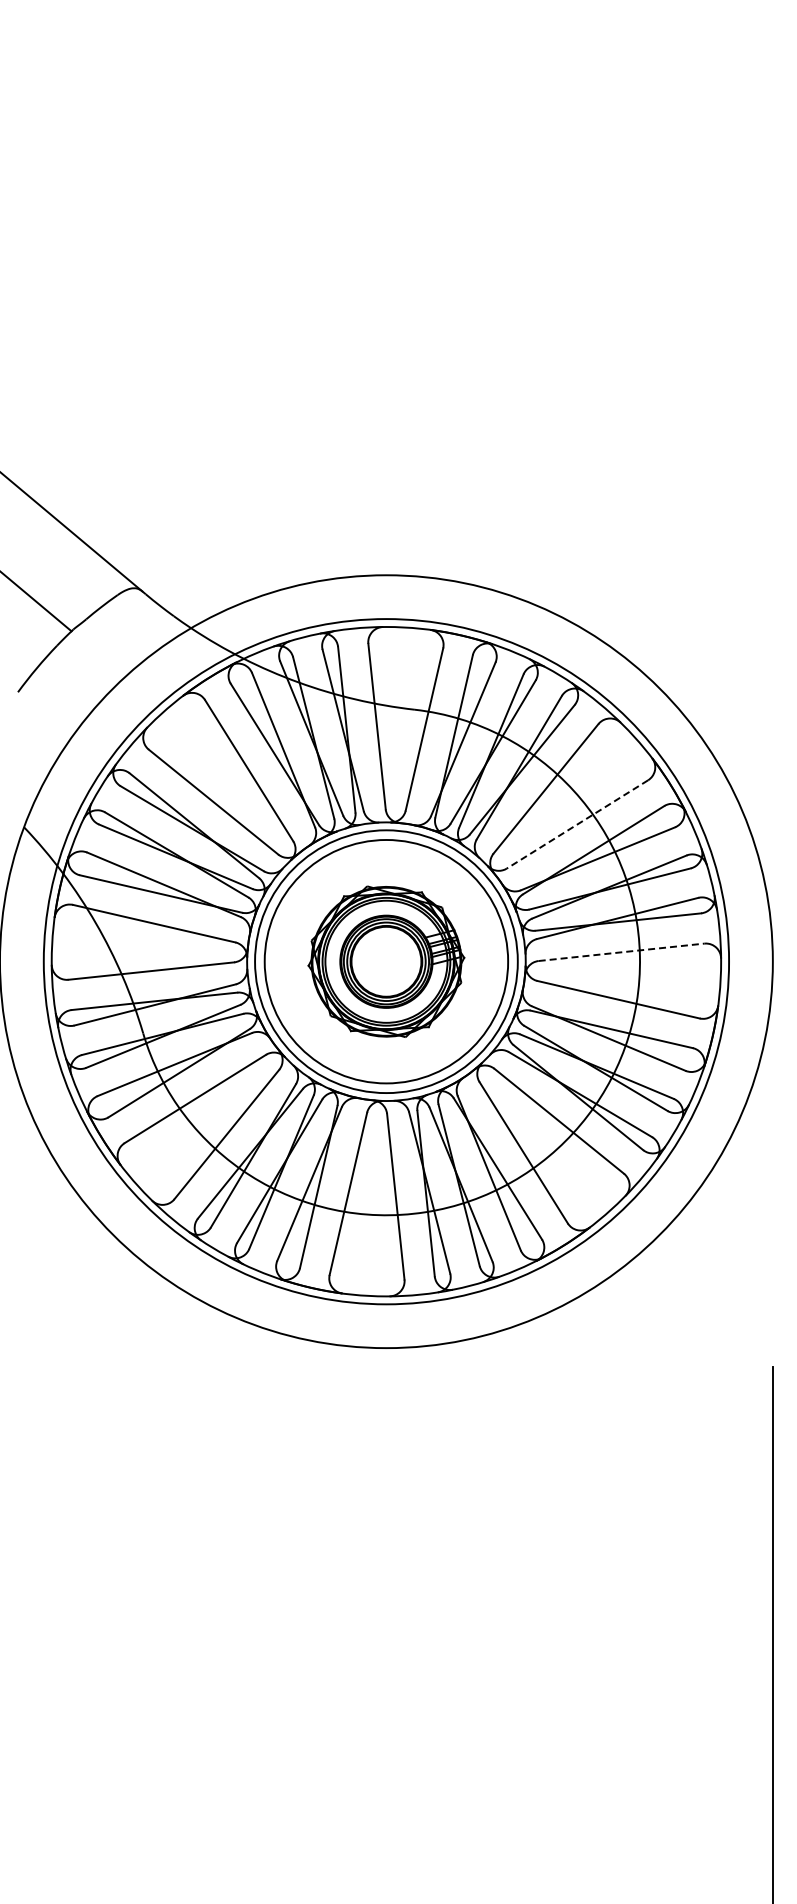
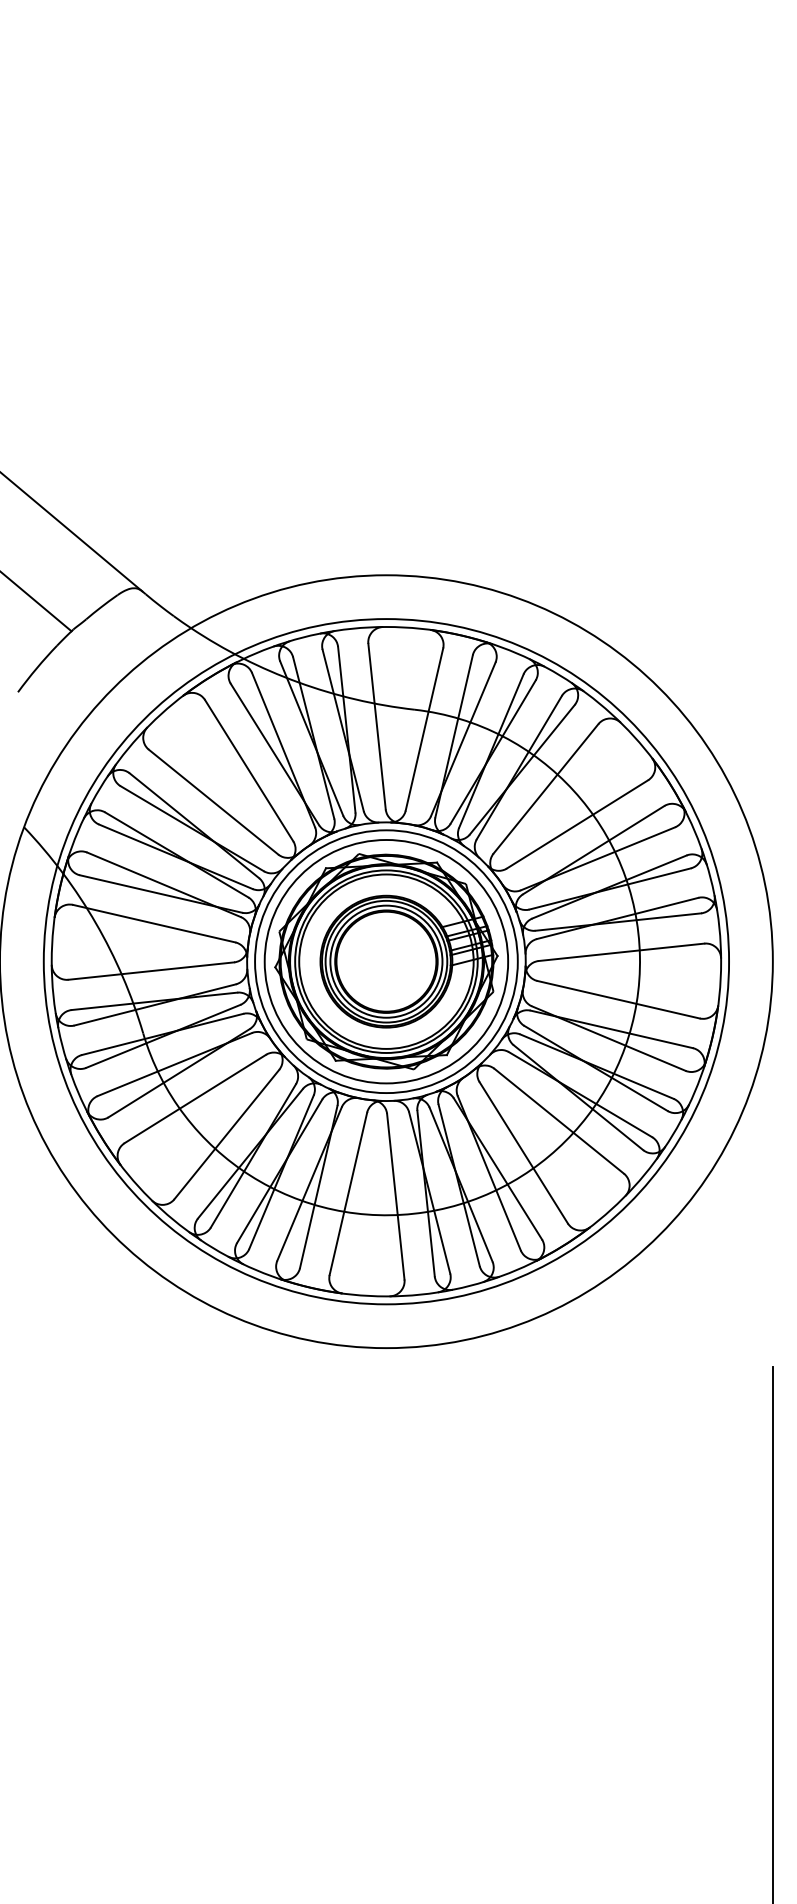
line at (577, 824): dashed -> solid
line at (622, 952): dashed -> solid
part at (386, 961) size: 159x153 px -> 225x218 px
